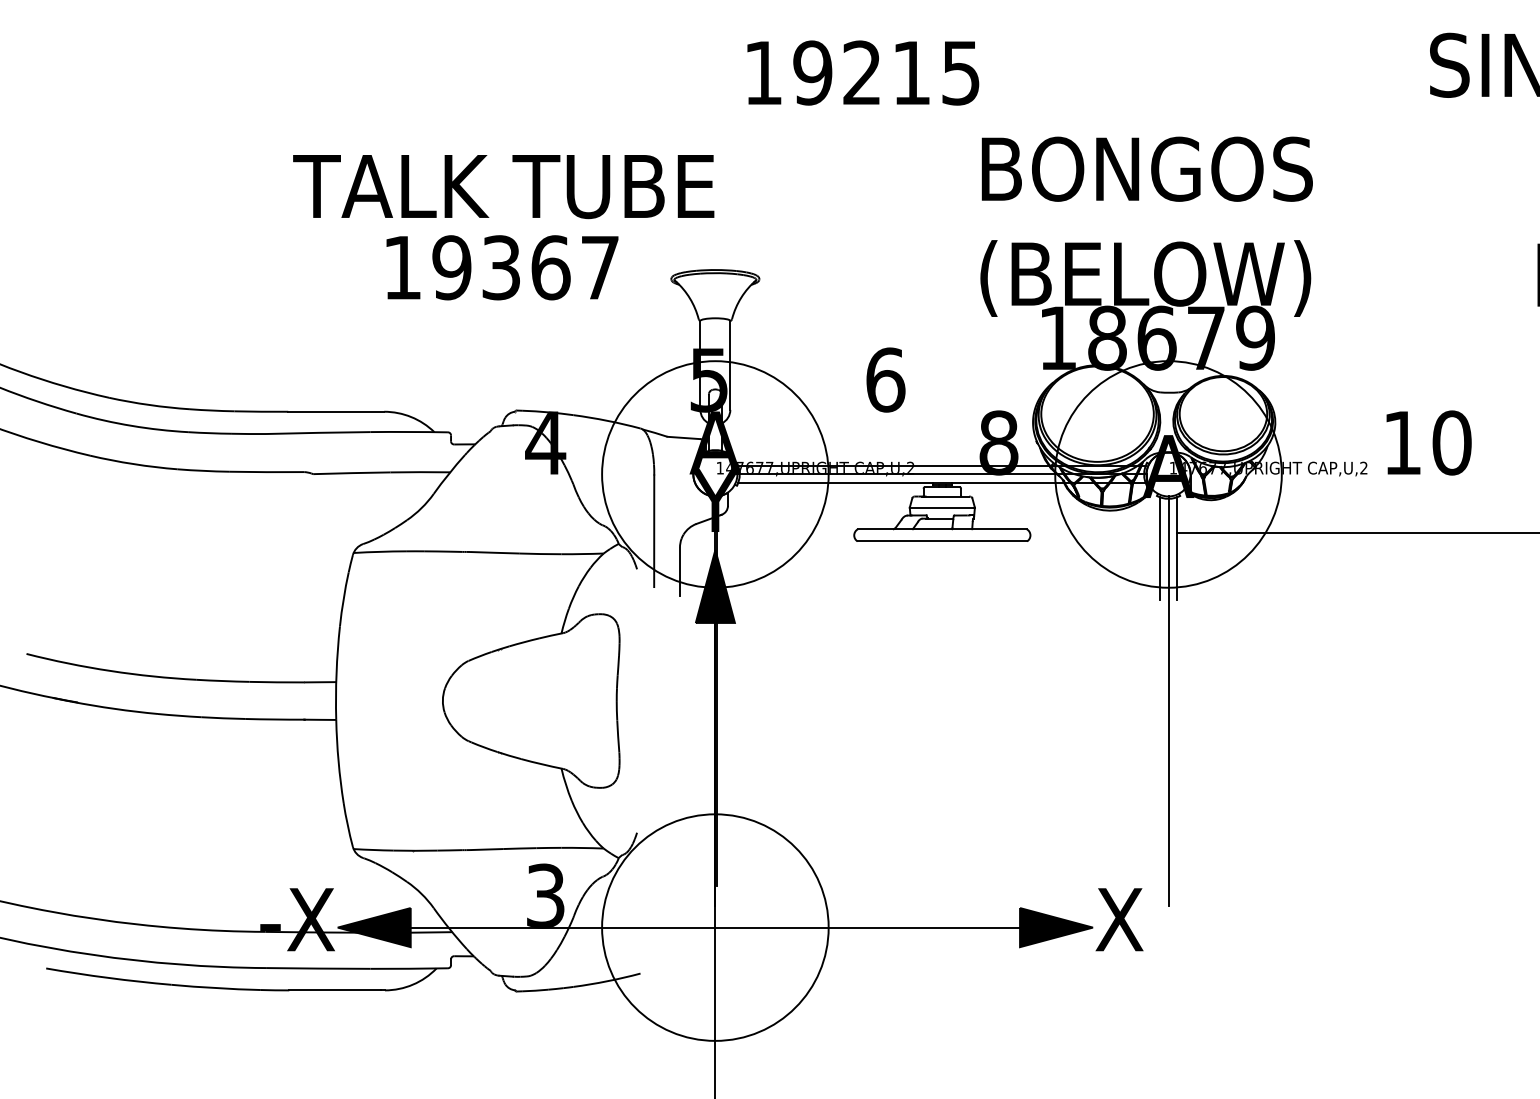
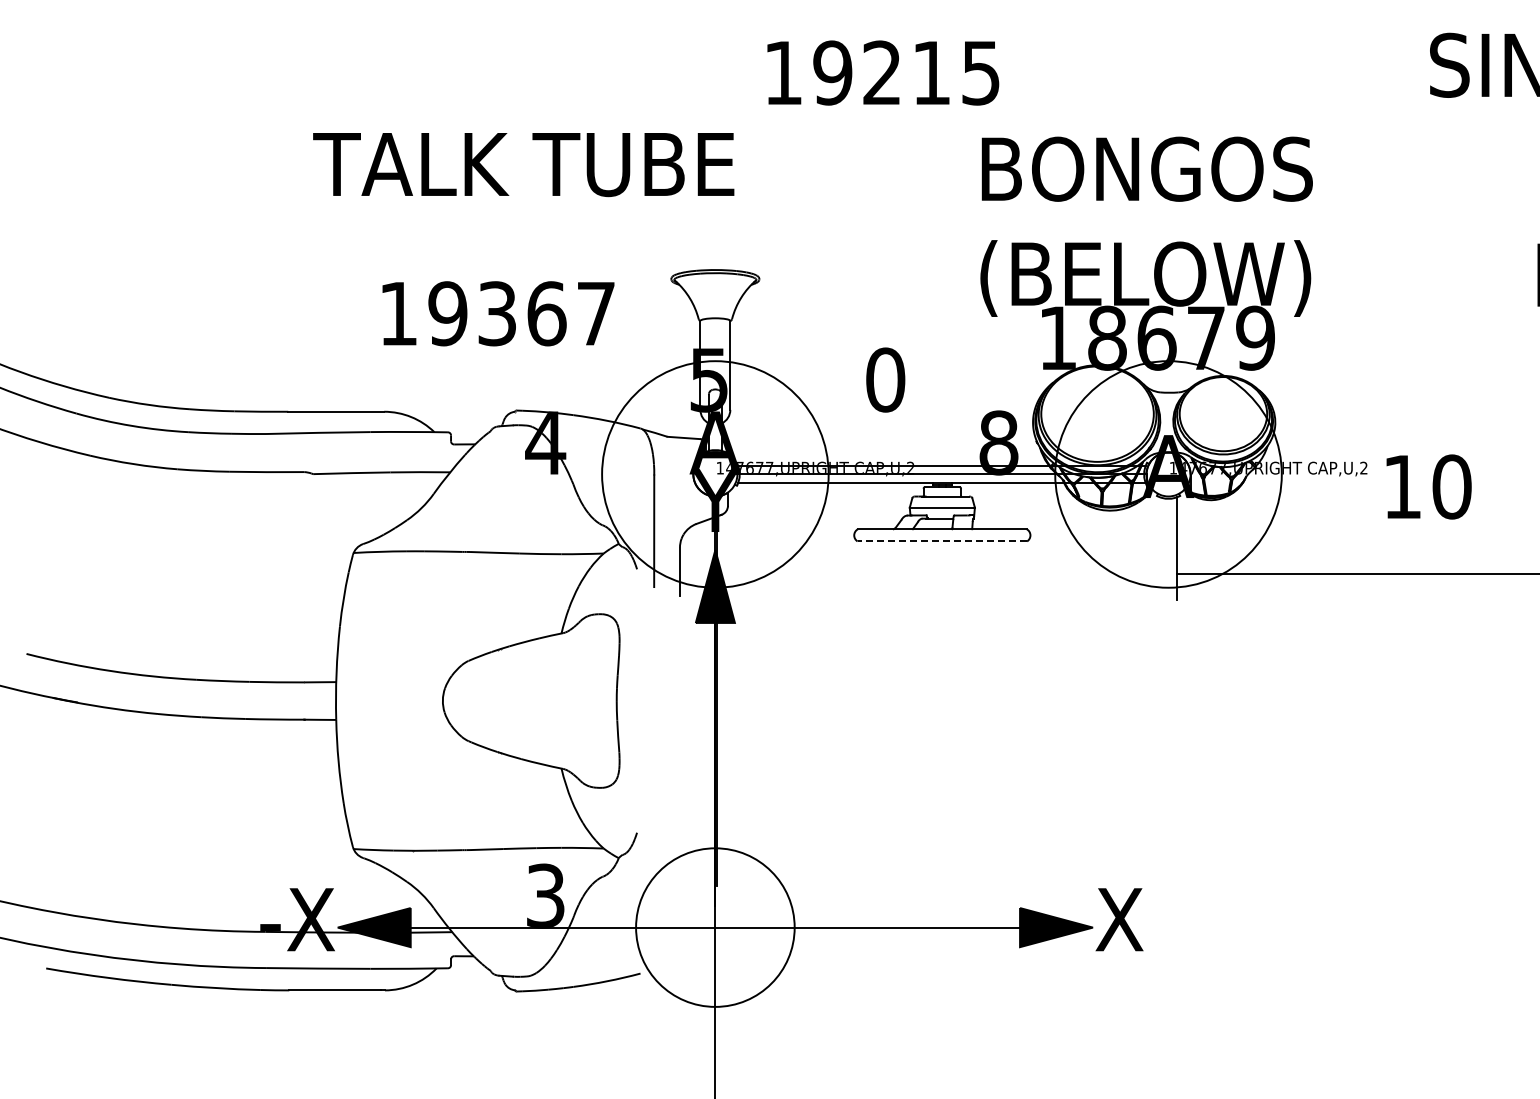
text at (863, 72) position: (863, 72) -> (883, 72)
text at (503, 187) position: (503, 187) -> (523, 165)
text at (502, 267) position: (502, 267) -> (498, 313)
text at (885, 379): 6 -> 0
text at (1428, 442) position: (1428, 442) -> (1428, 486)
line at (1356, 533) position: (1356, 533) -> (1356, 574)
line at (942, 541): solid -> dashed
line at (1160, 548): present -> none
line at (1168, 700): present -> none
circle at (715, 927) diameter: 227 px -> 159 px
